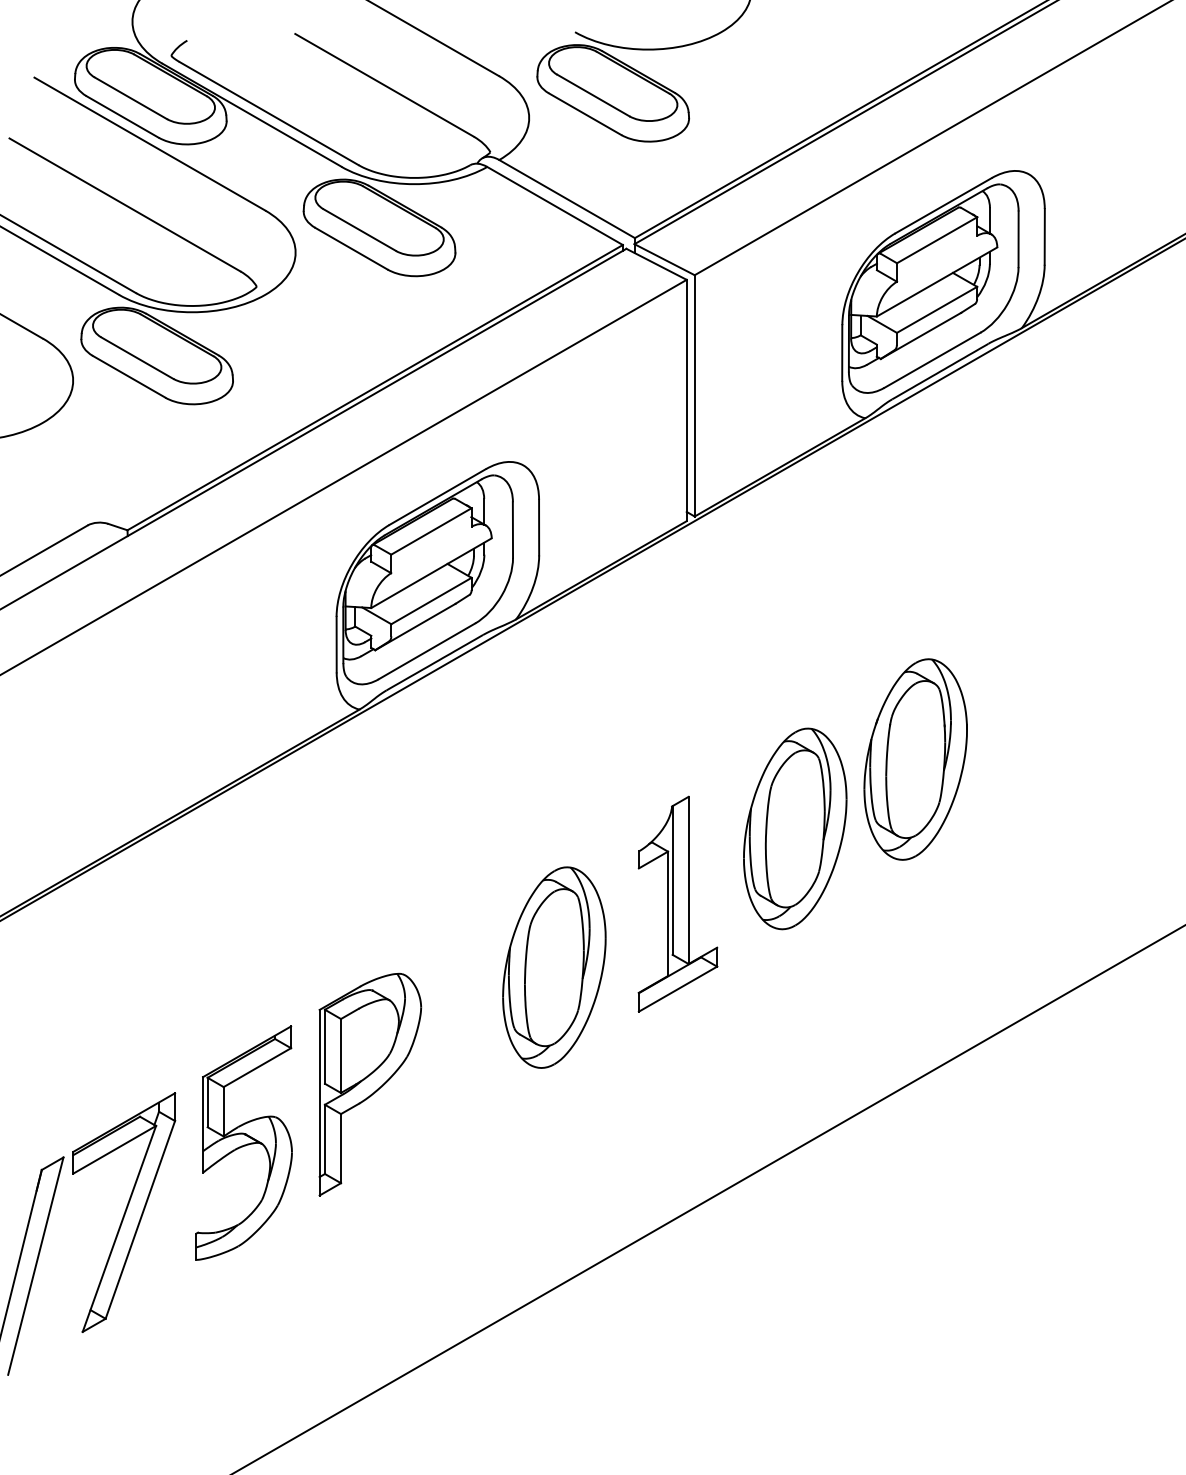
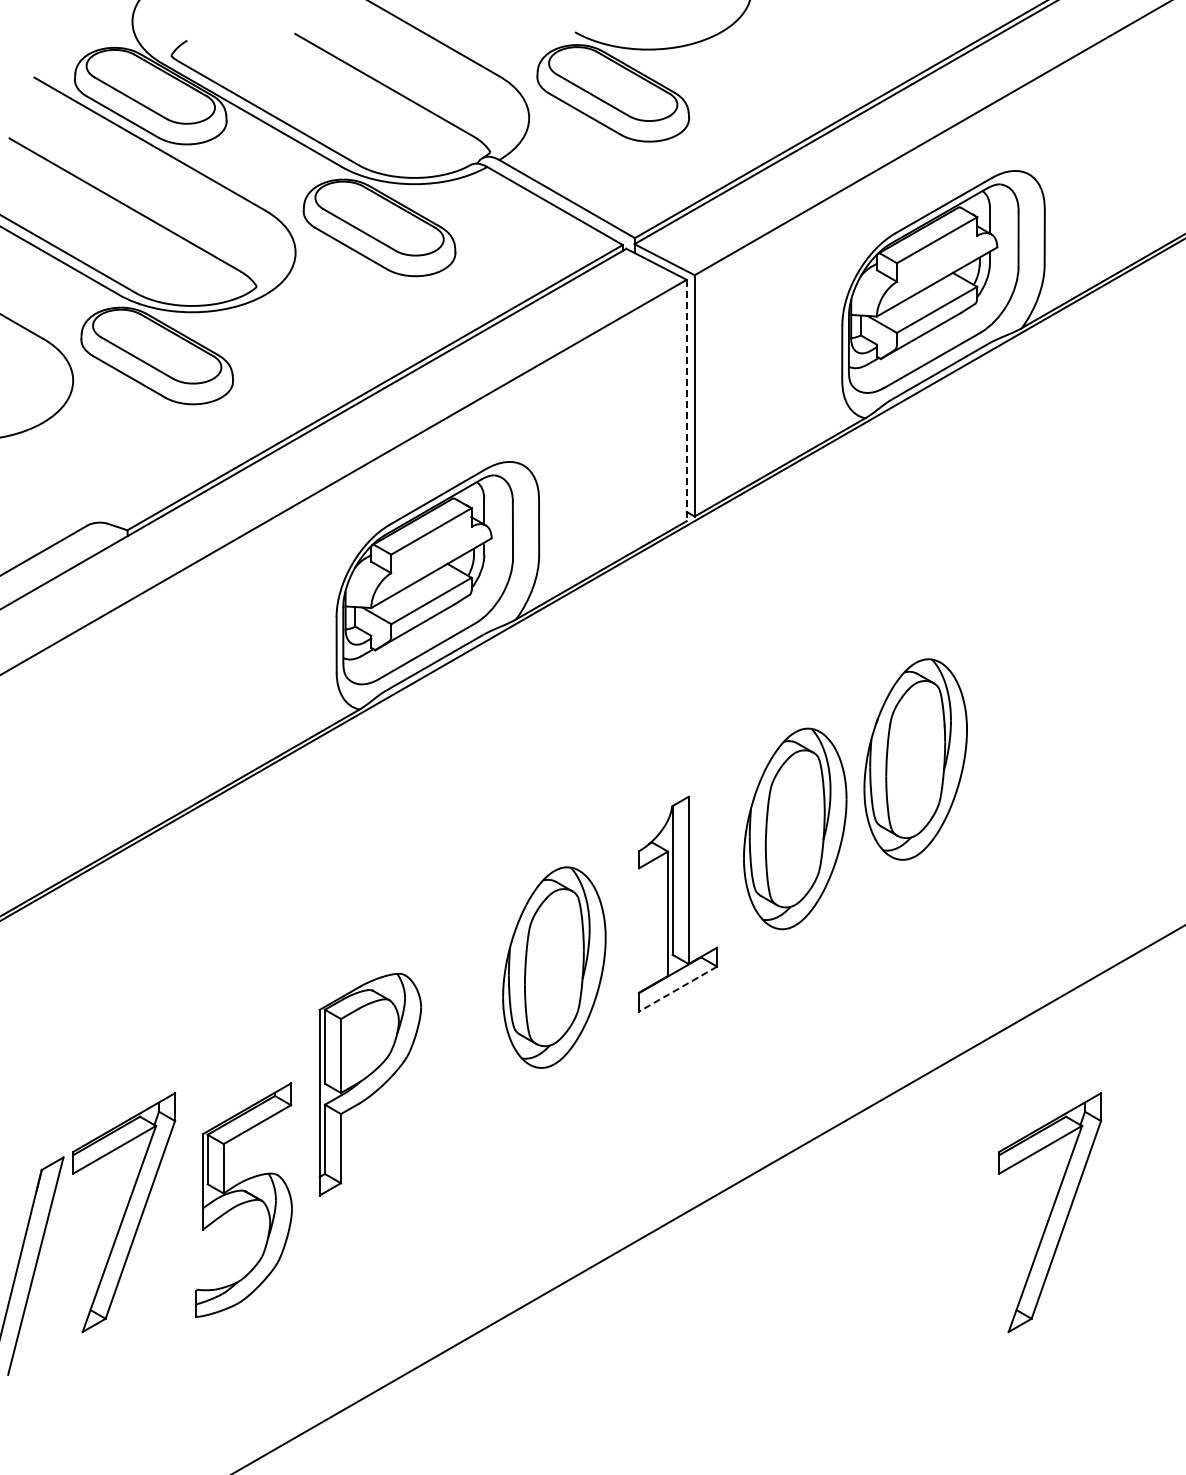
line at (686, 400): solid -> dashed
line at (677, 989): solid -> dashed
part at (243, 1142) position: (243, 1142) -> (243, 1199)
part at (1050, 1212): none -> present
